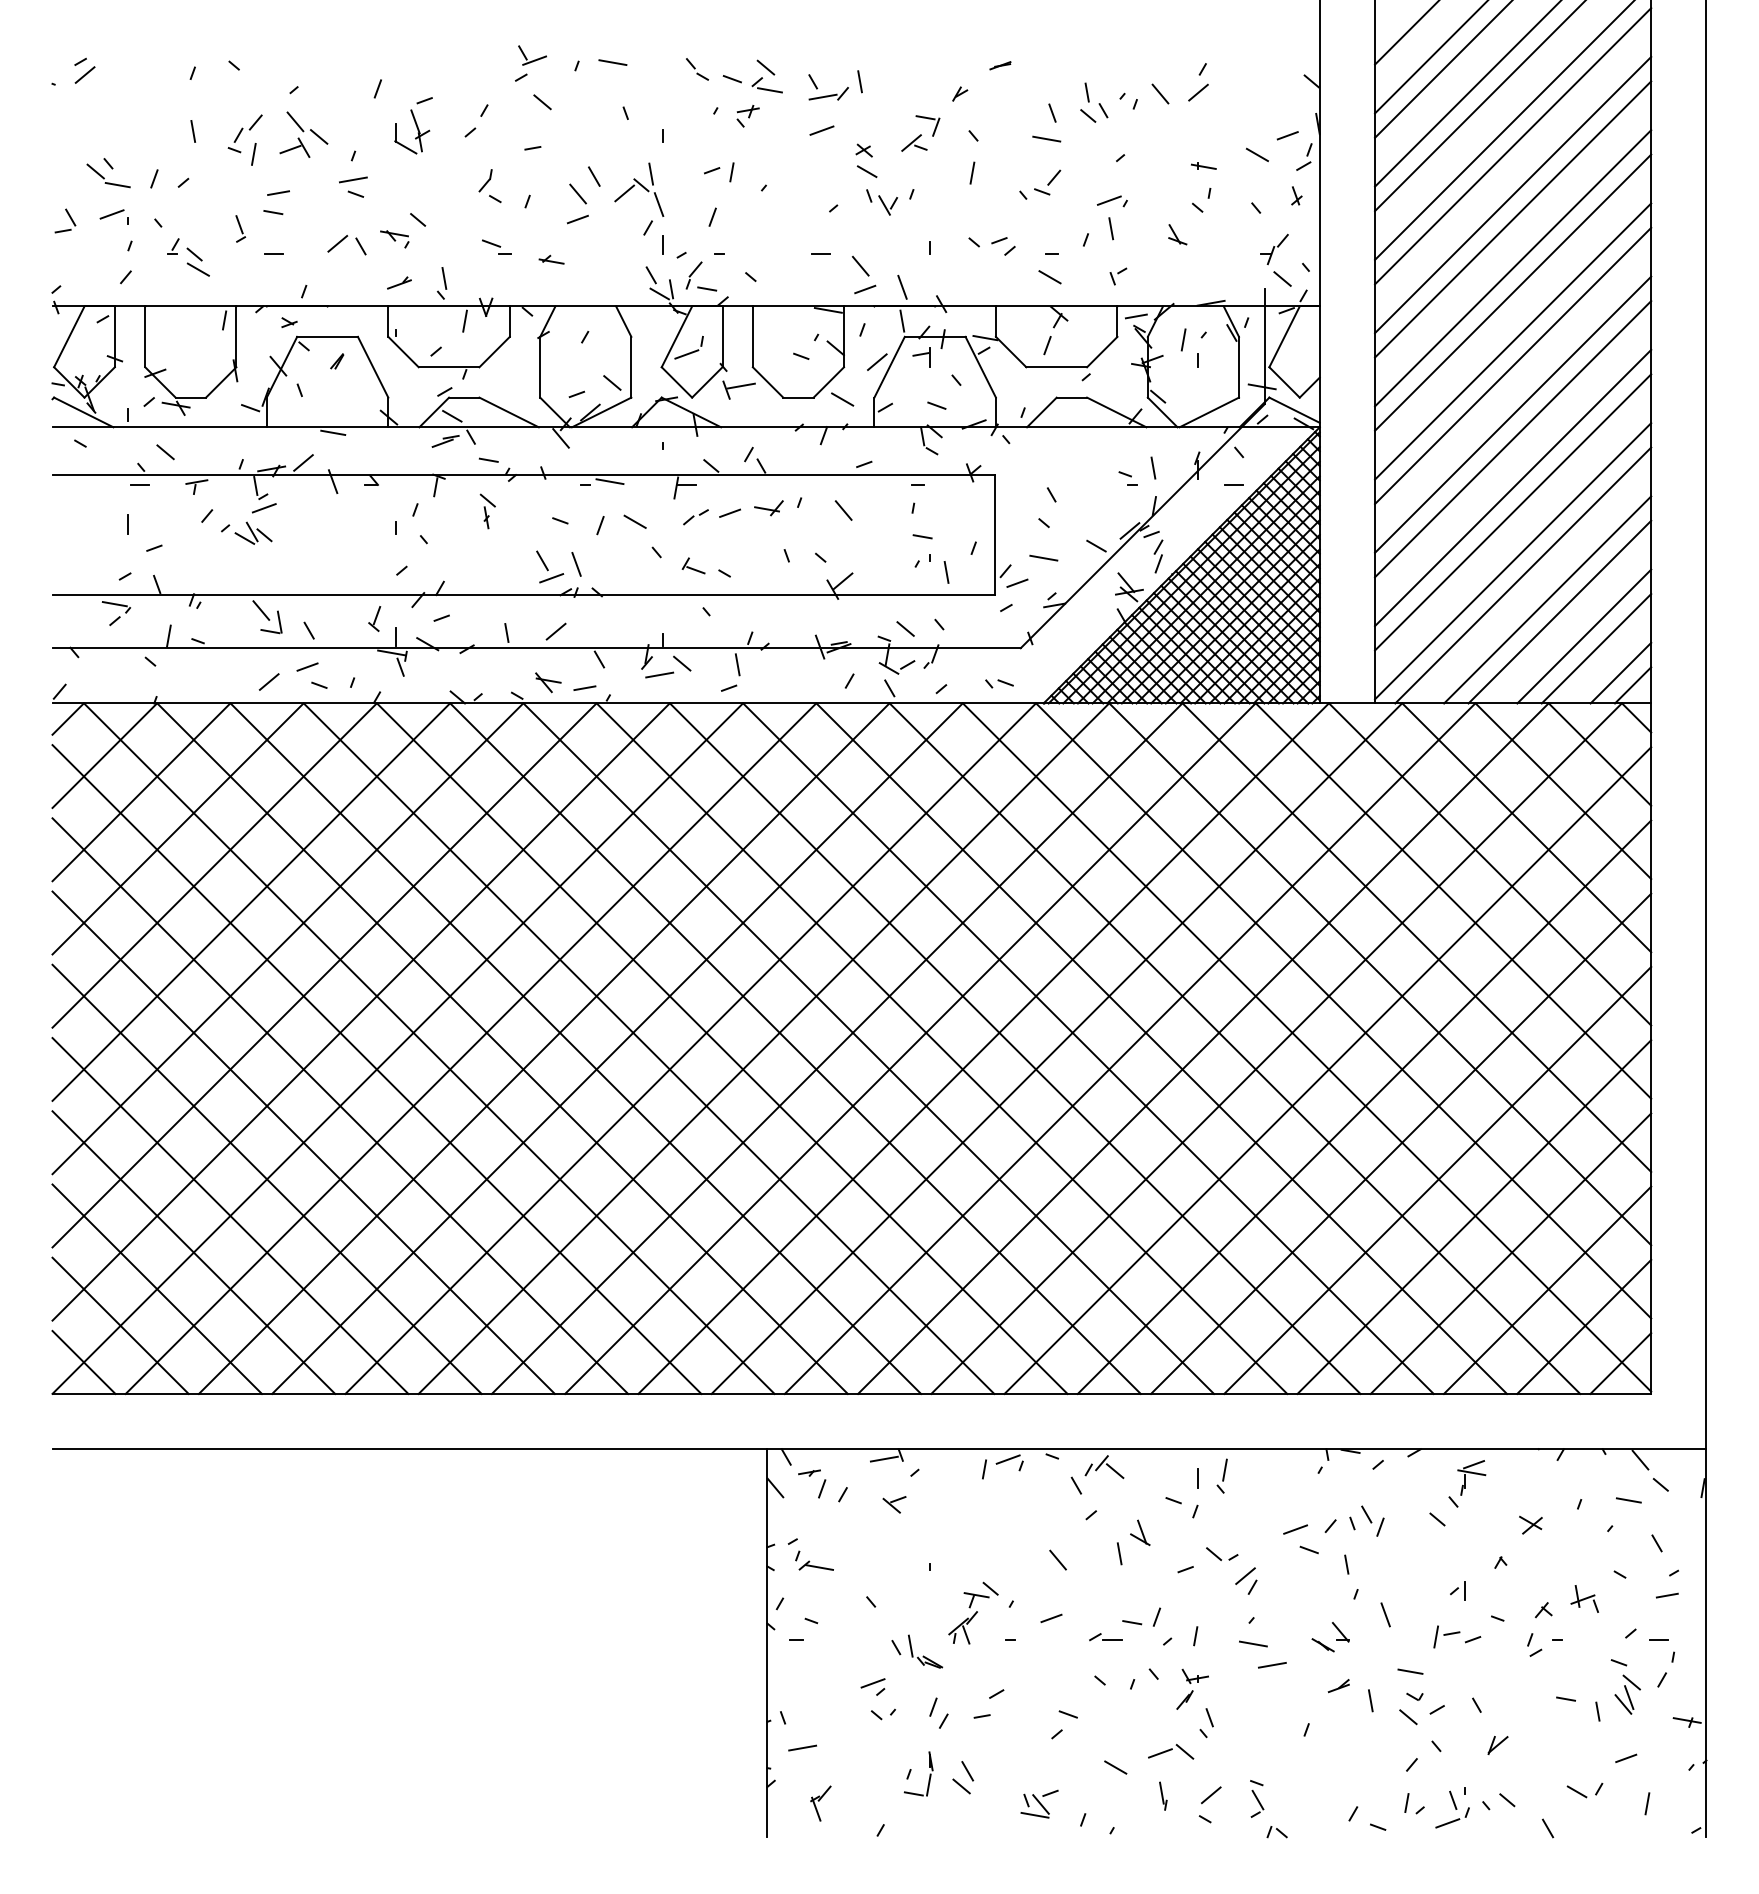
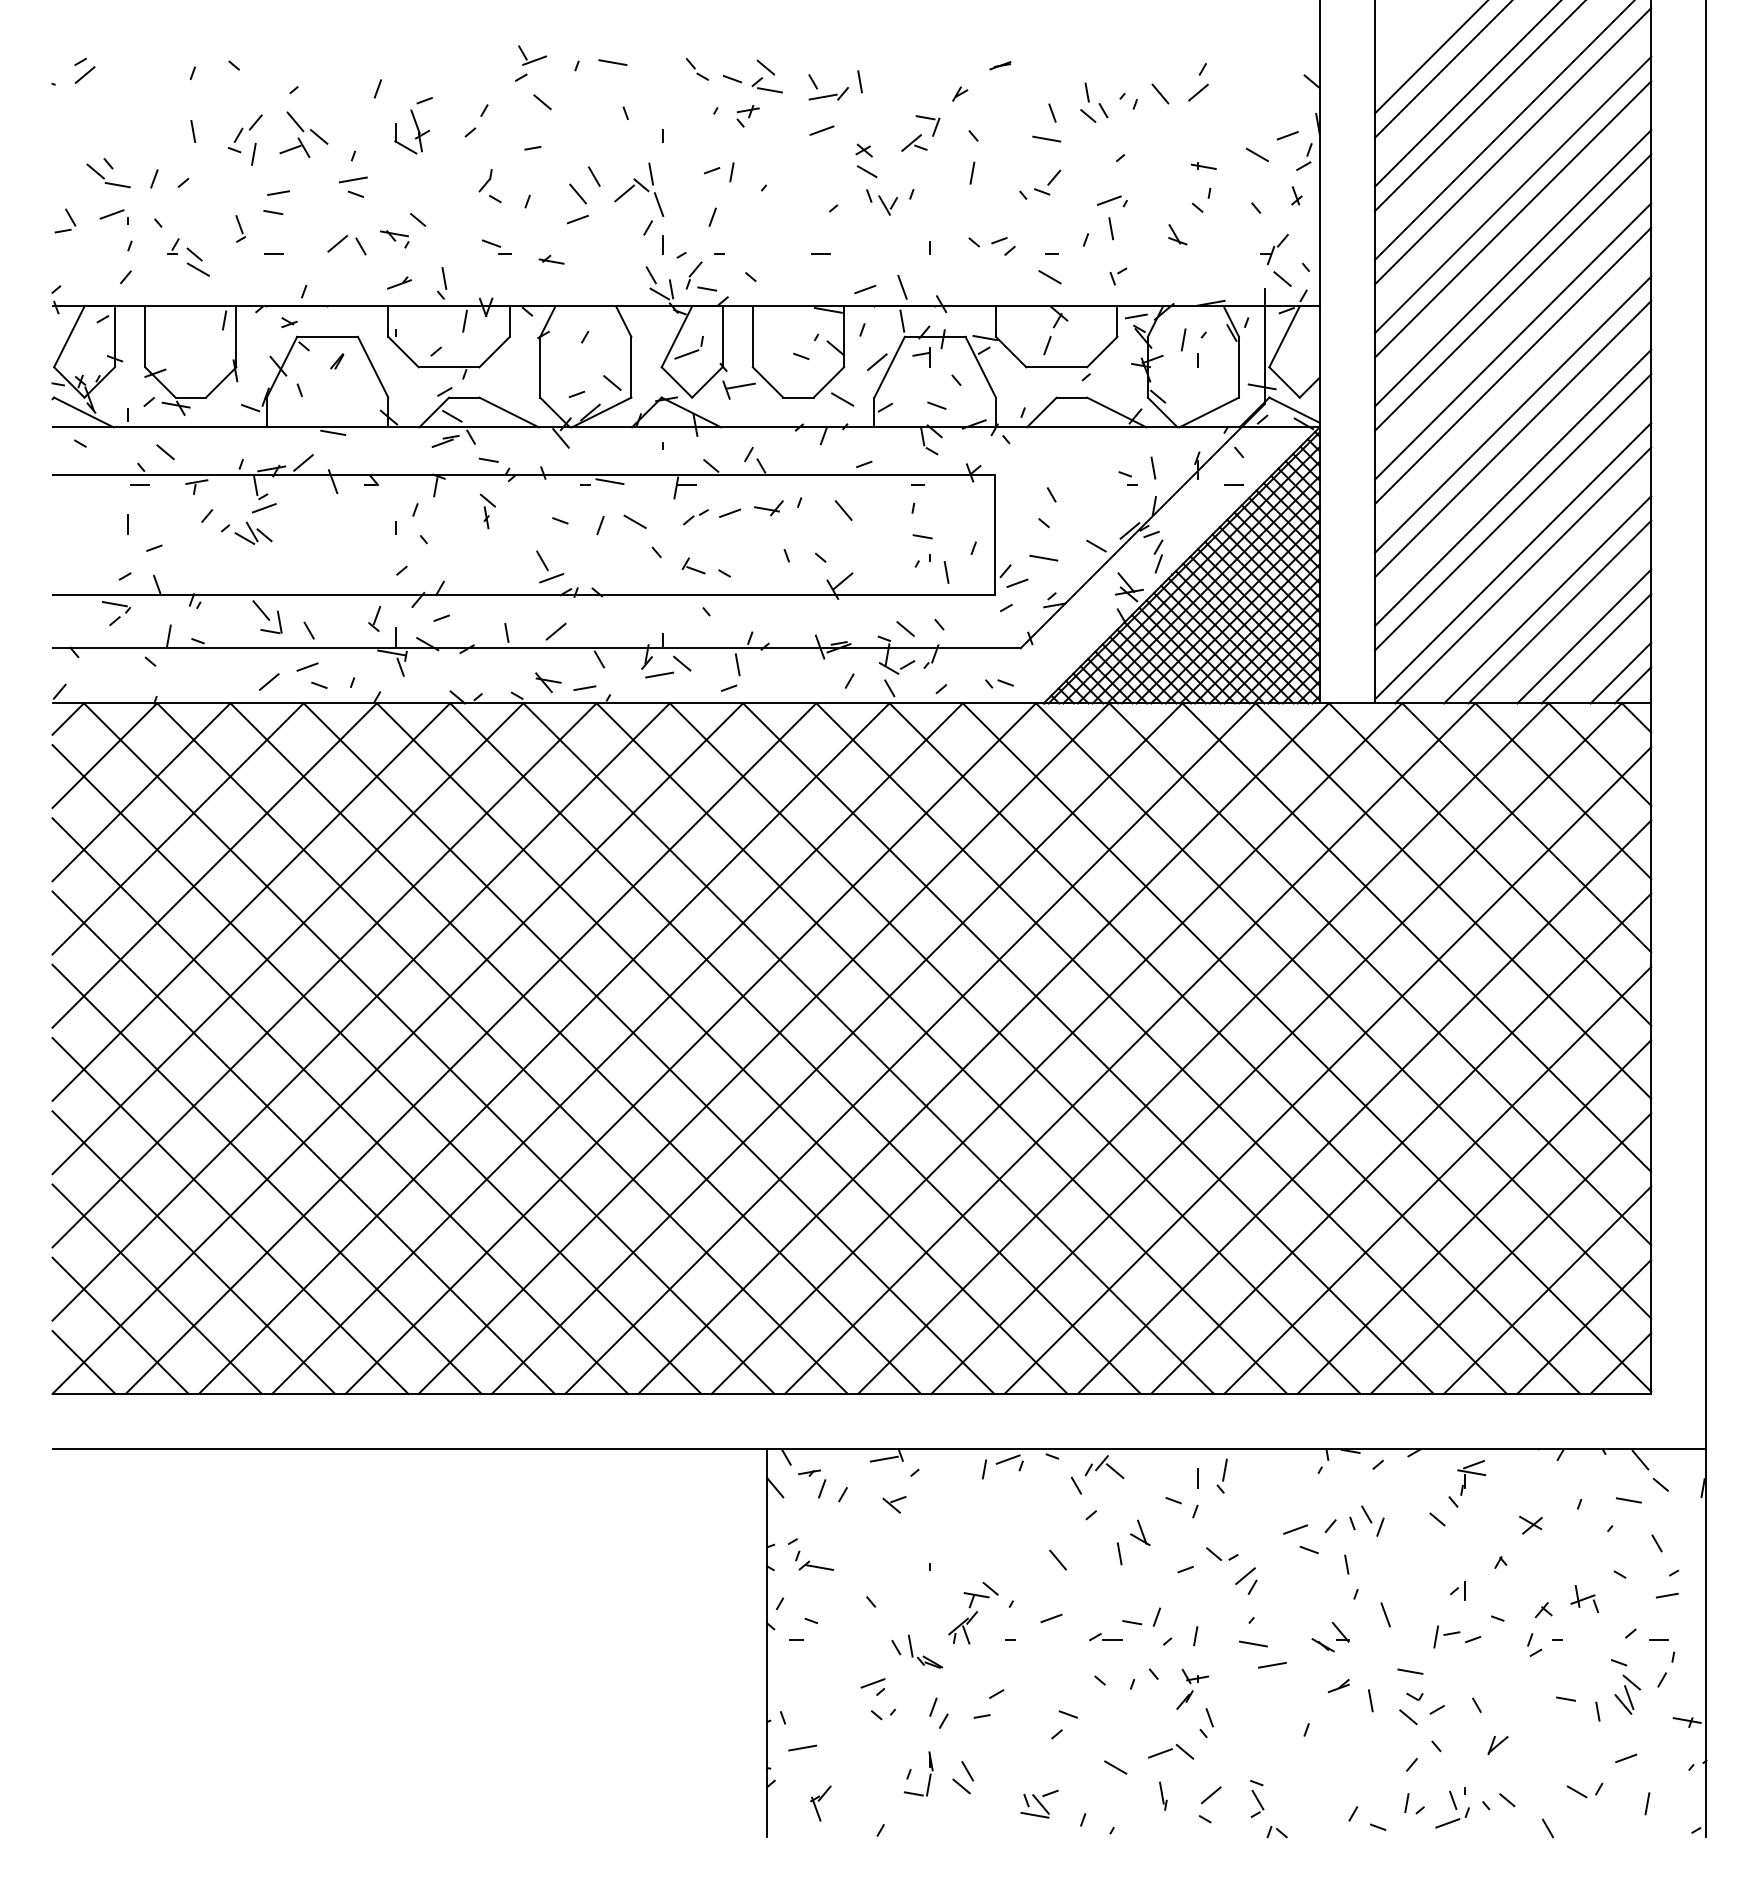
line at (1406, 33): present -> none
line at (860, 265): present -> none
line at (576, 564): present -> none
